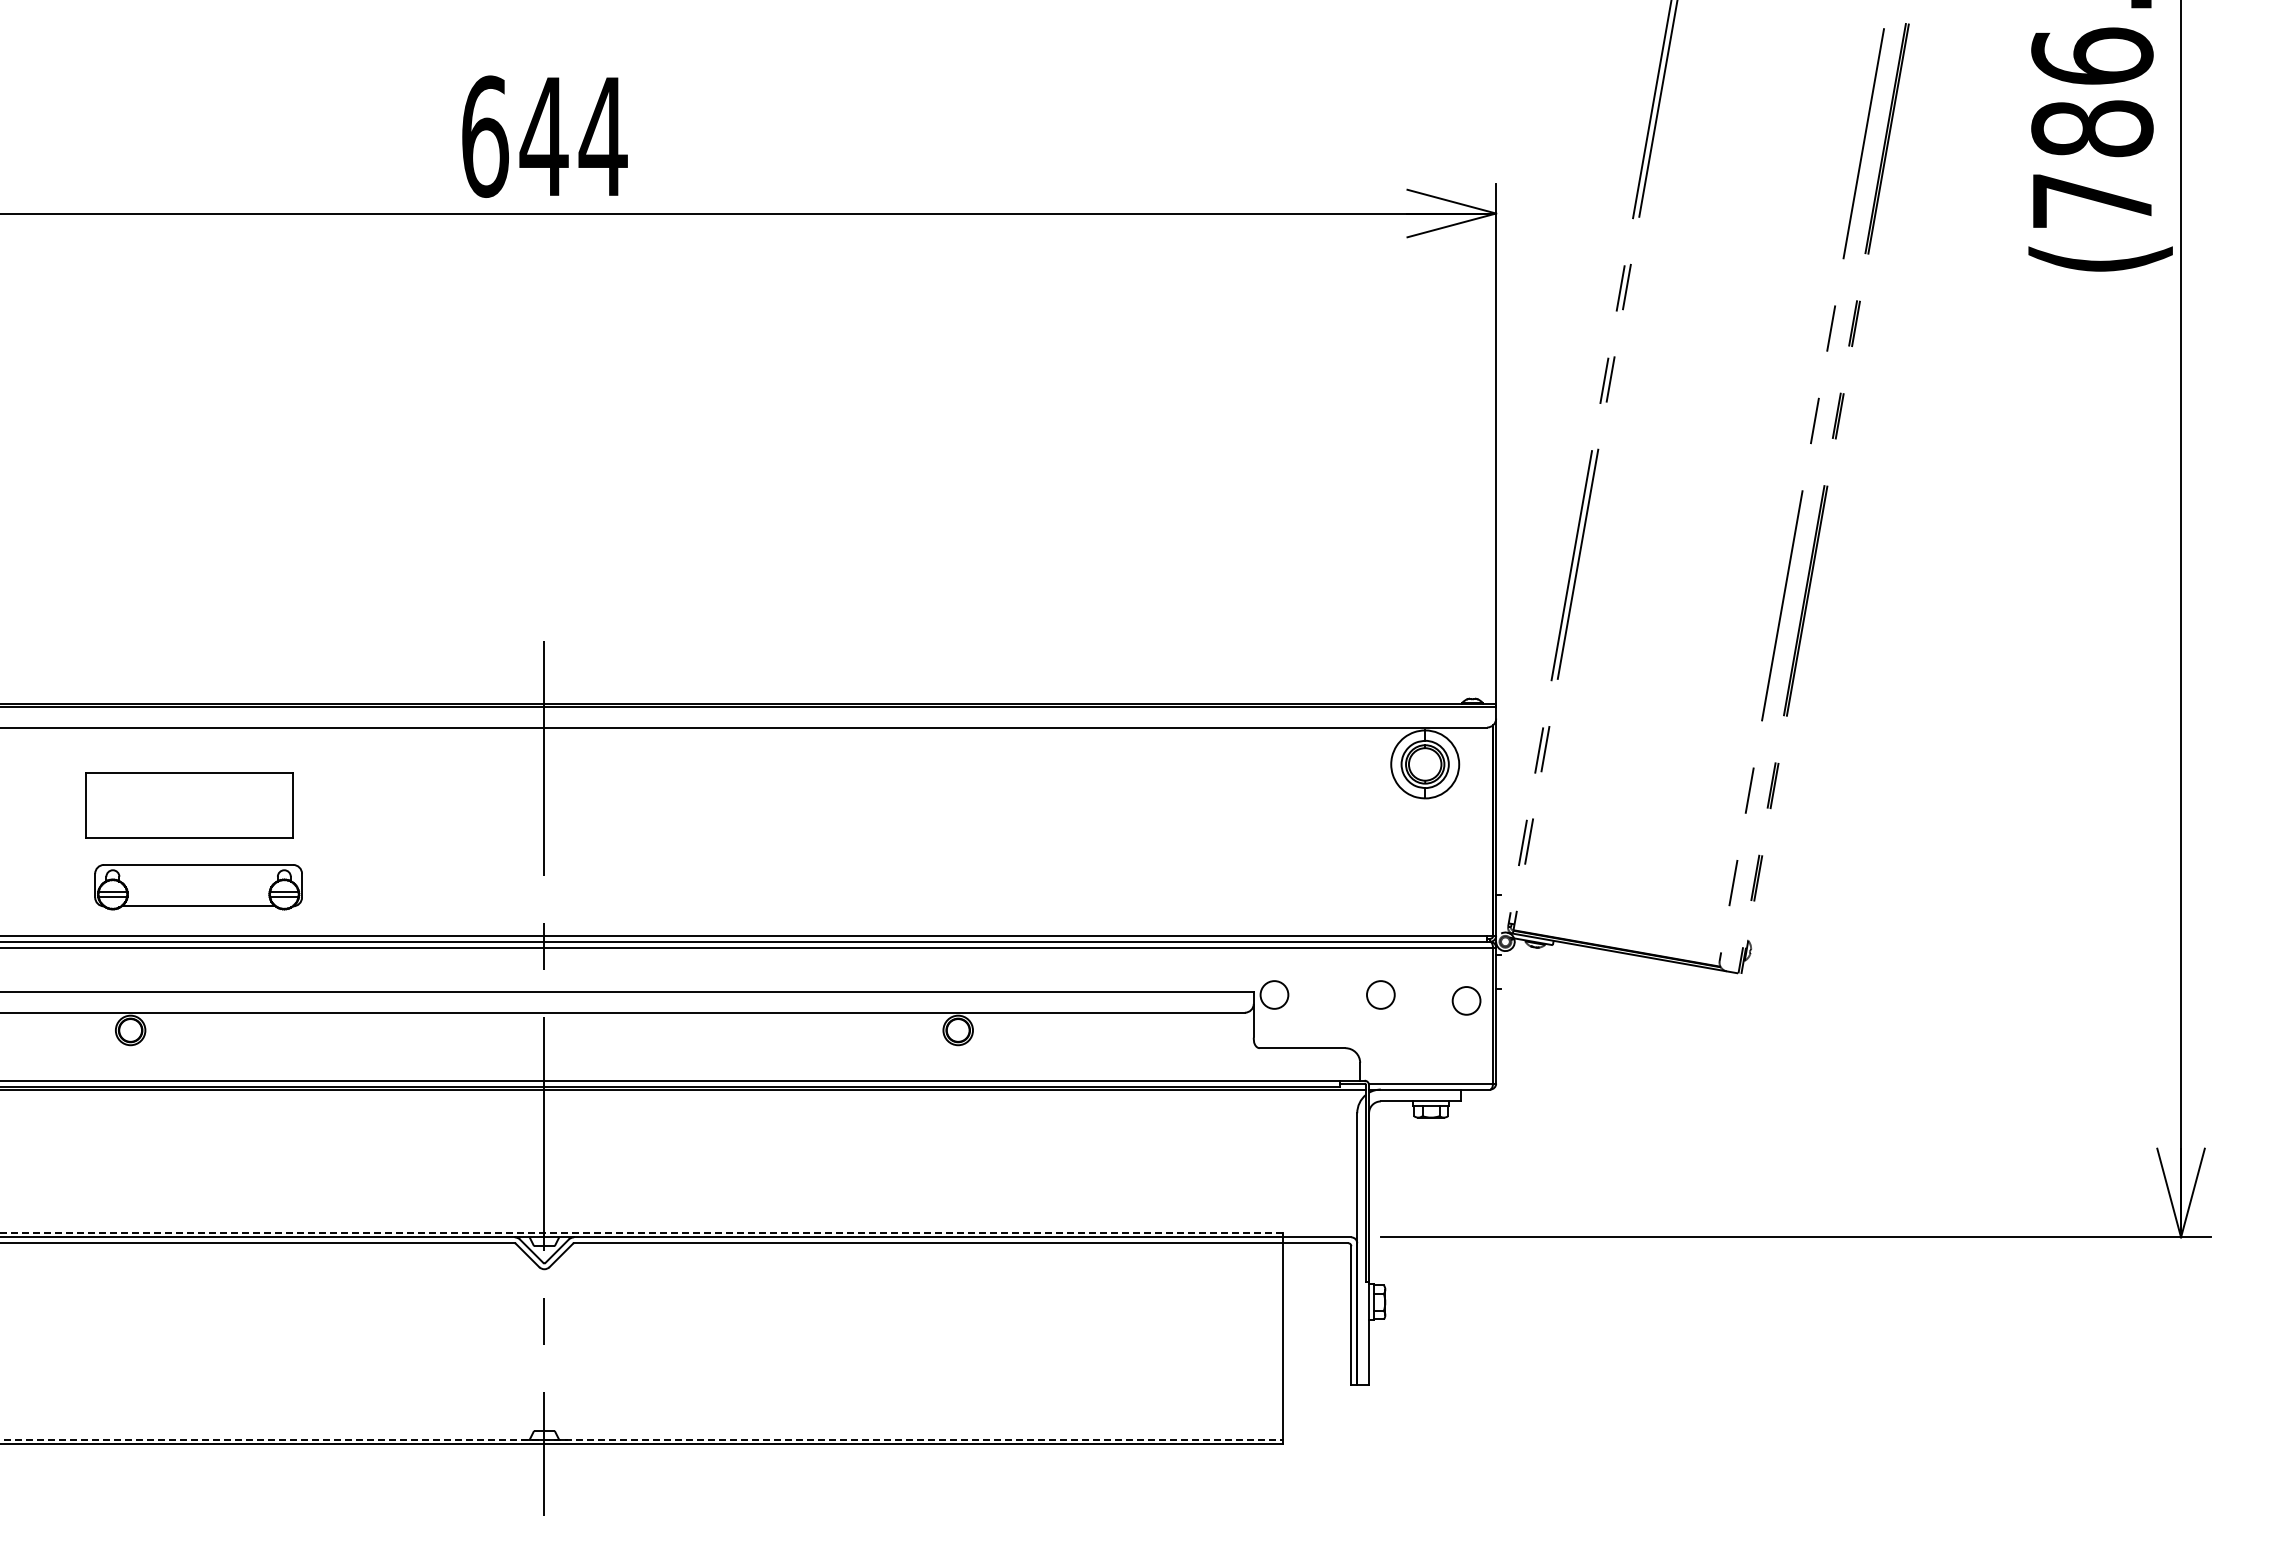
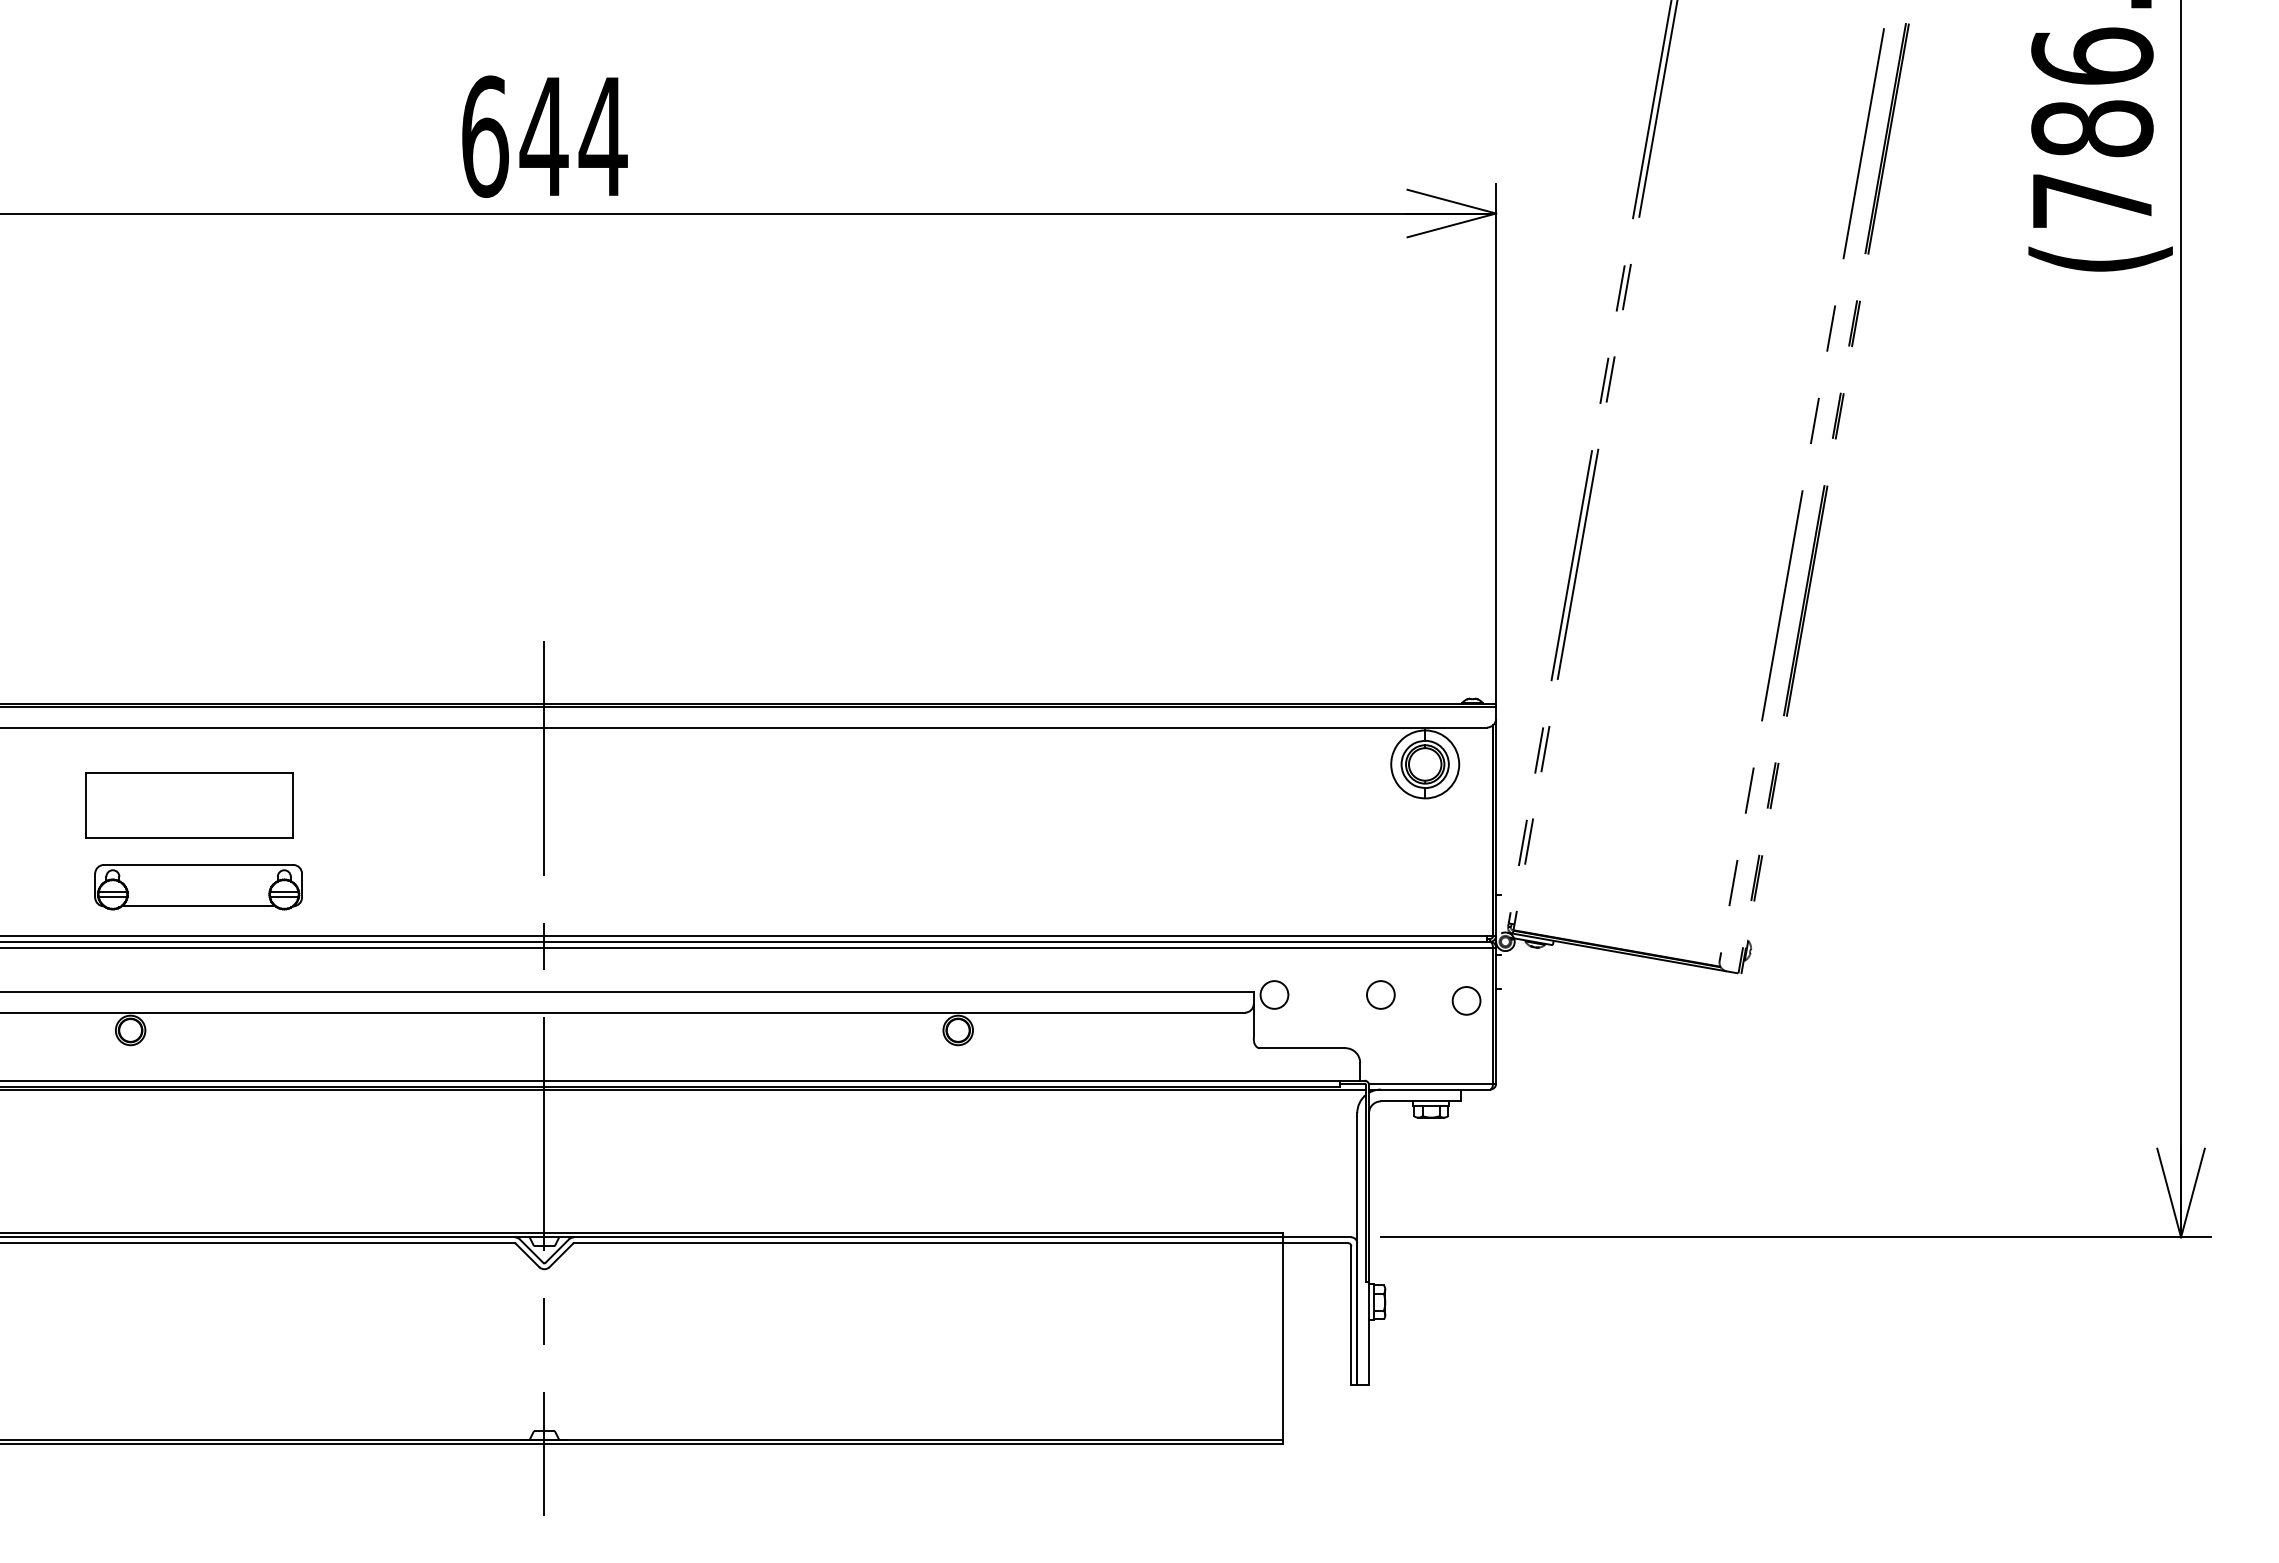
line at (641, 1232): dashed -> solid
line at (642, 1439): dashed -> solid
